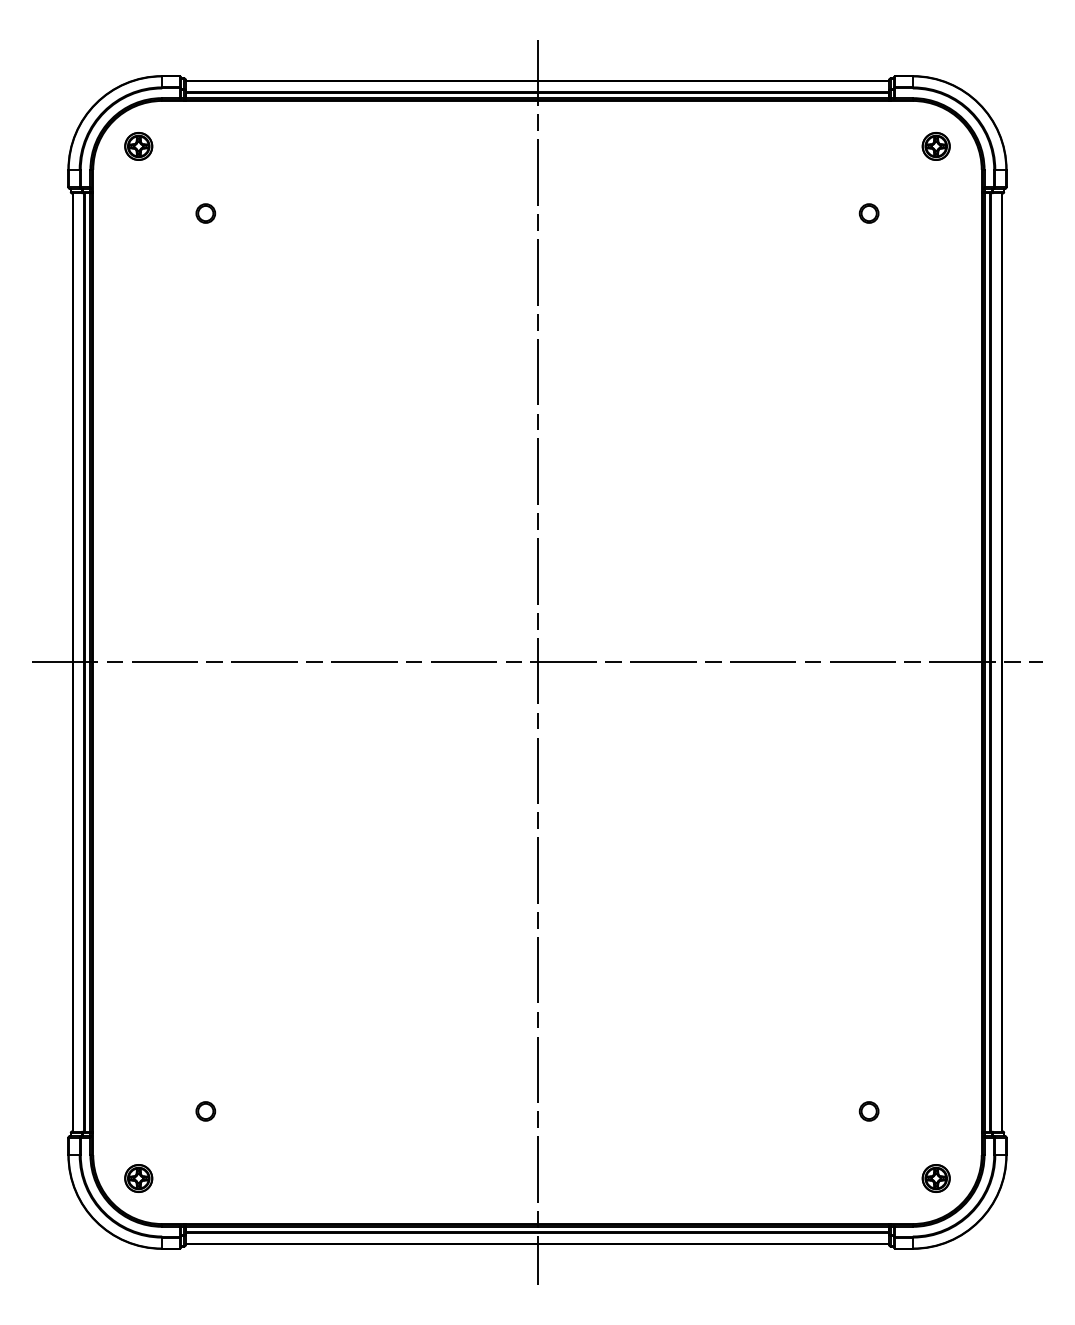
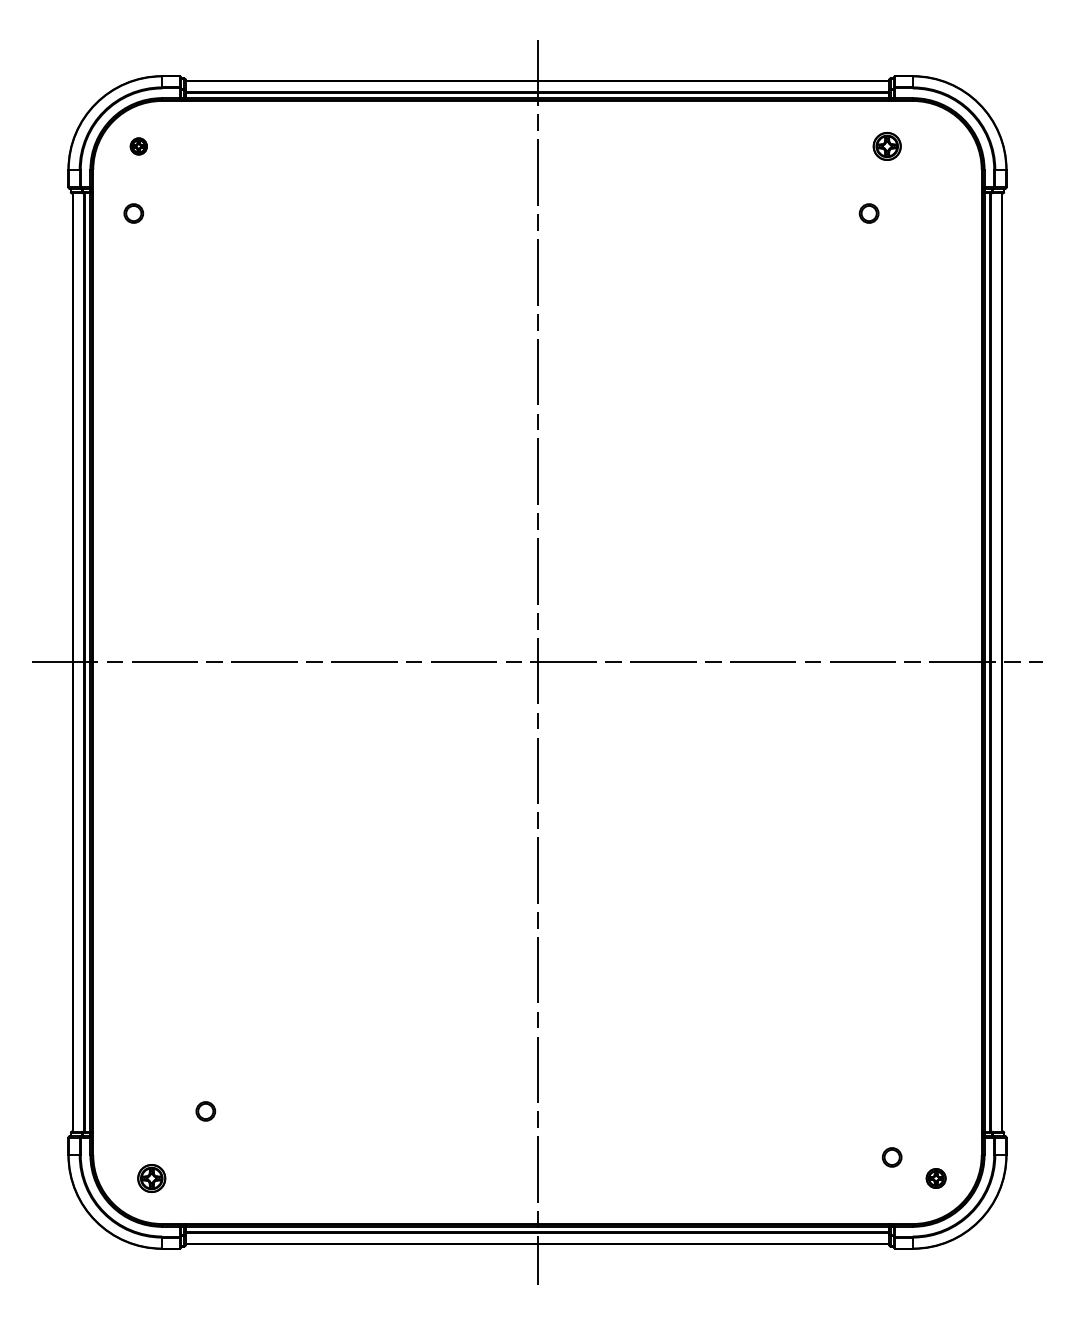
part at (138, 146) size: 30x29 px -> 19x19 px
part at (935, 146) position: (935, 146) -> (886, 146)
part at (205, 213) position: (205, 213) -> (133, 213)
part at (868, 1111) position: (868, 1111) -> (891, 1157)
part at (138, 1178) position: (138, 1178) -> (151, 1178)
part at (935, 1178) size: 30x29 px -> 22x21 px
